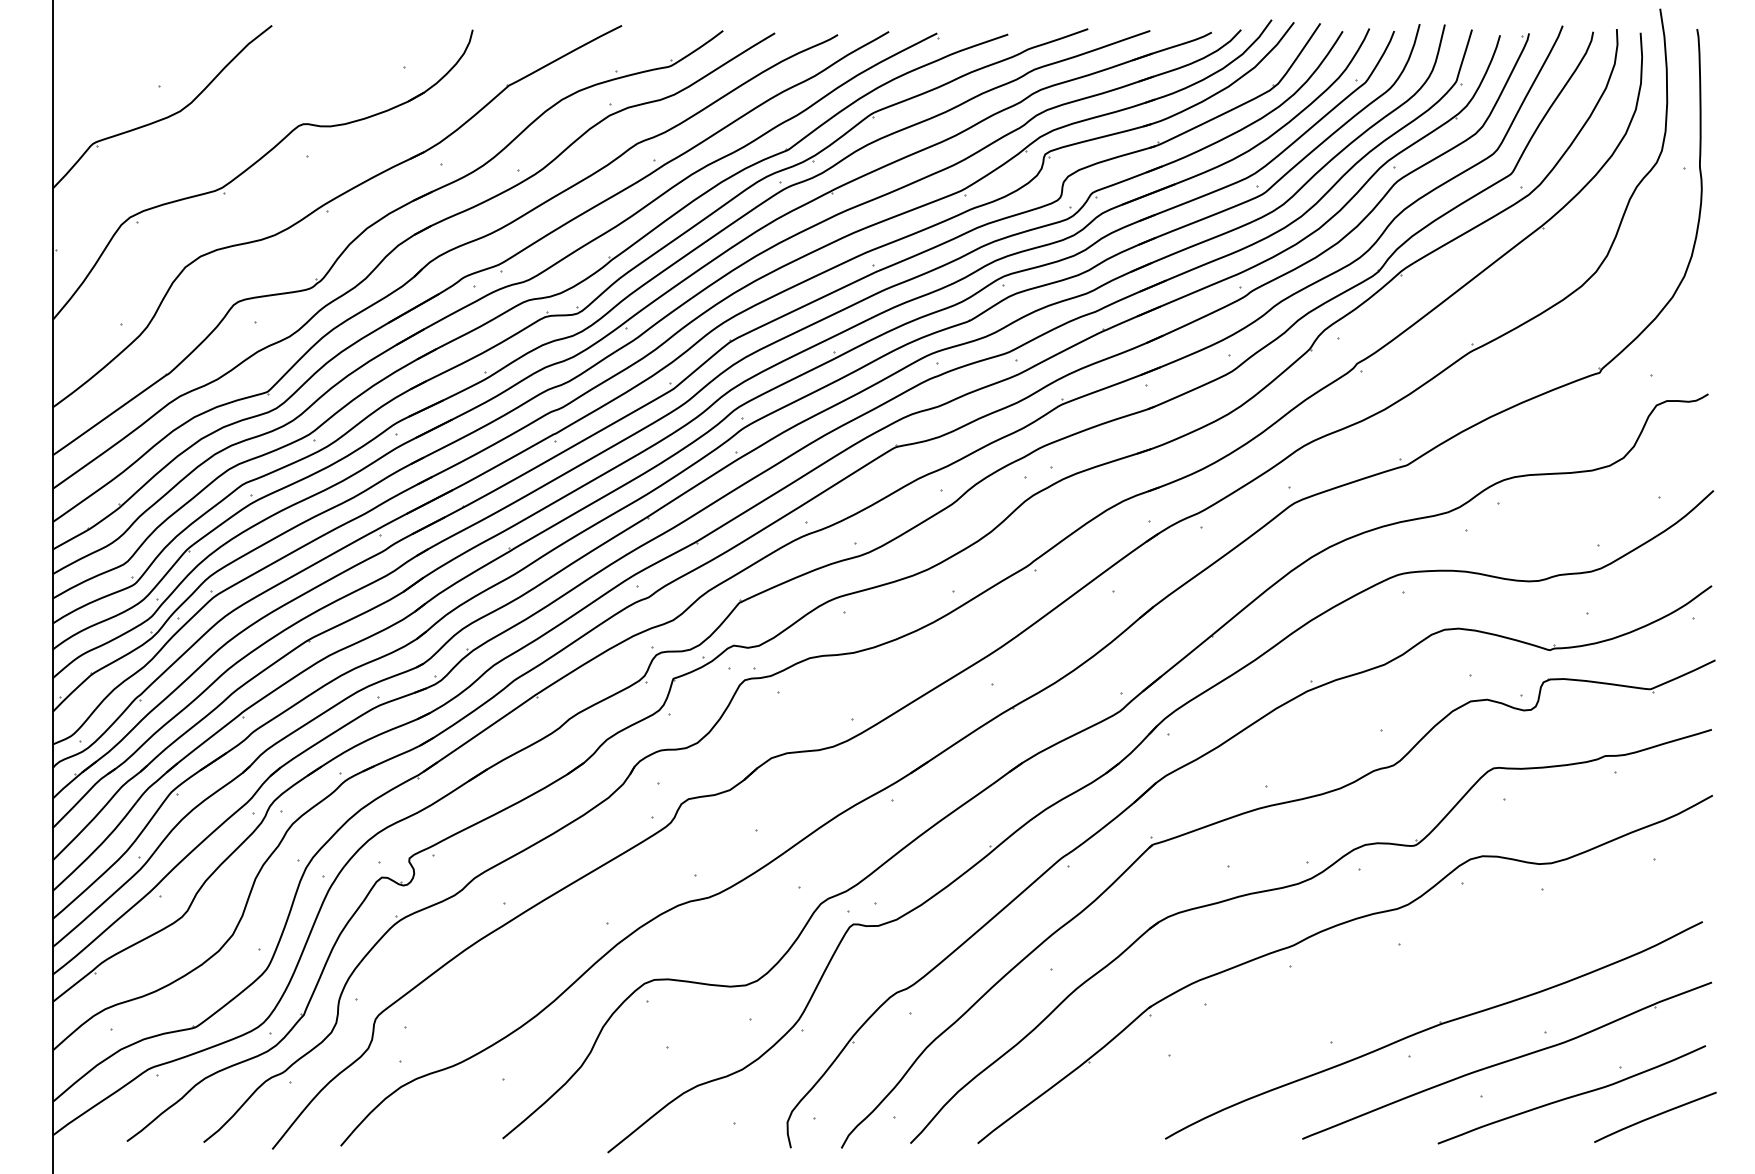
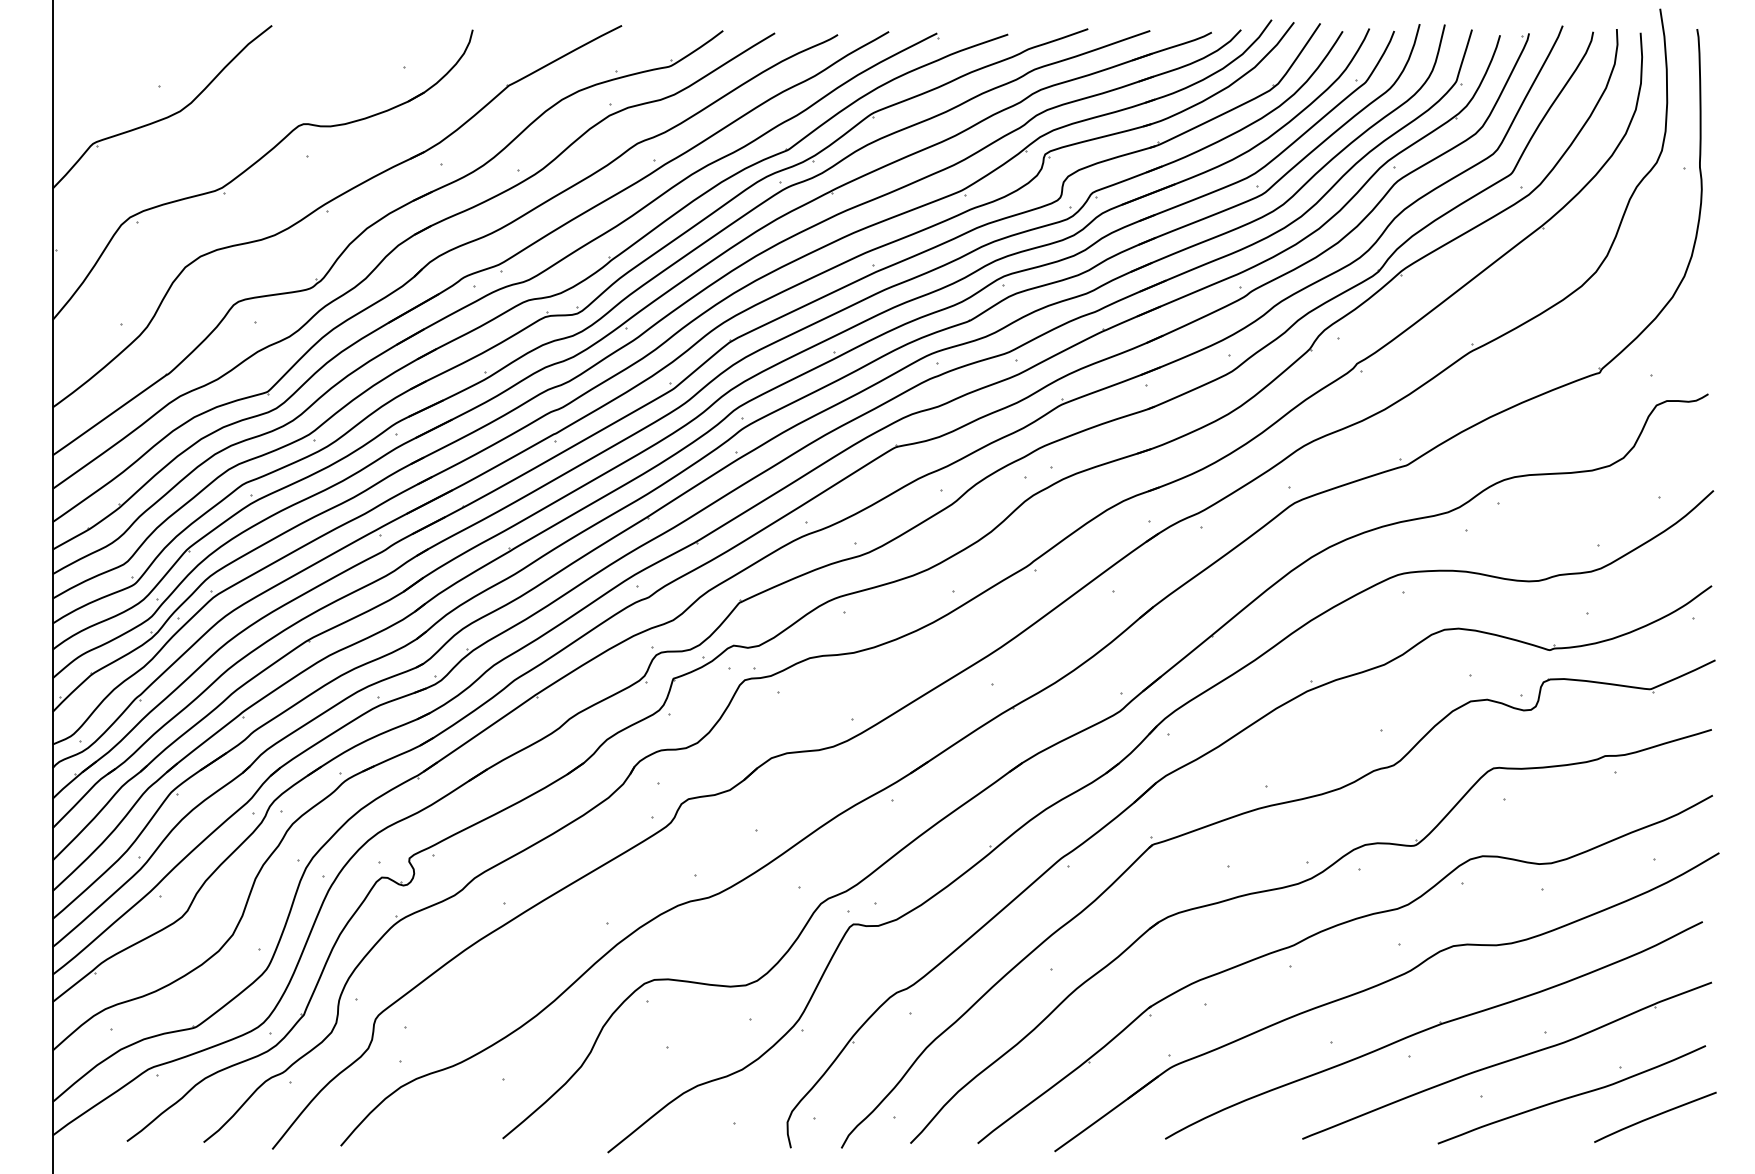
part at (1380, 985): none -> present
